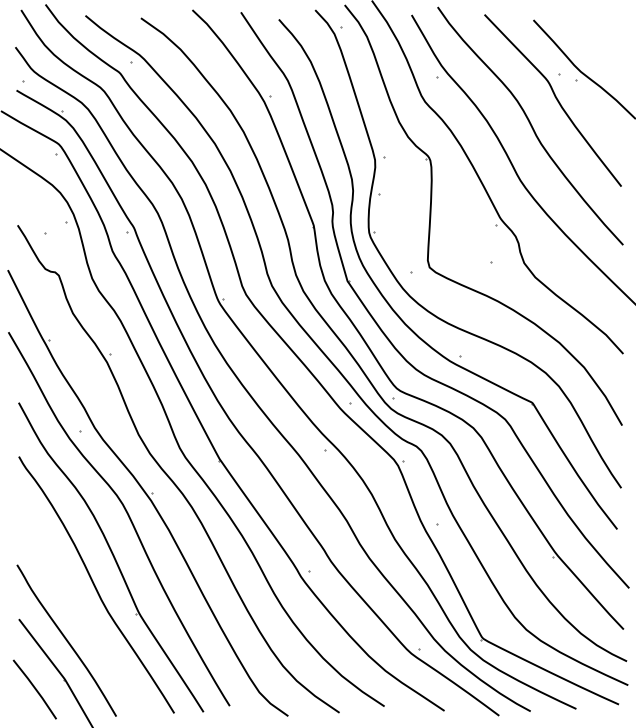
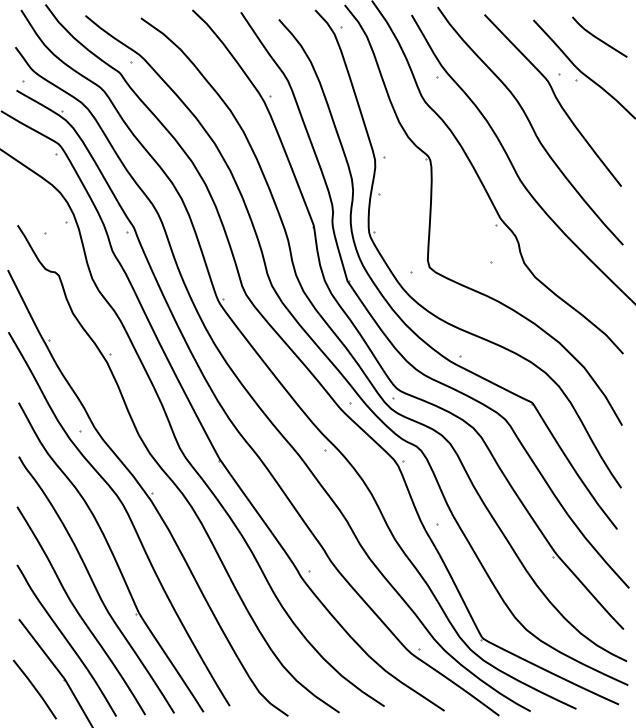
curve at (598, 37): none -> present
curve at (78, 611): none -> present
